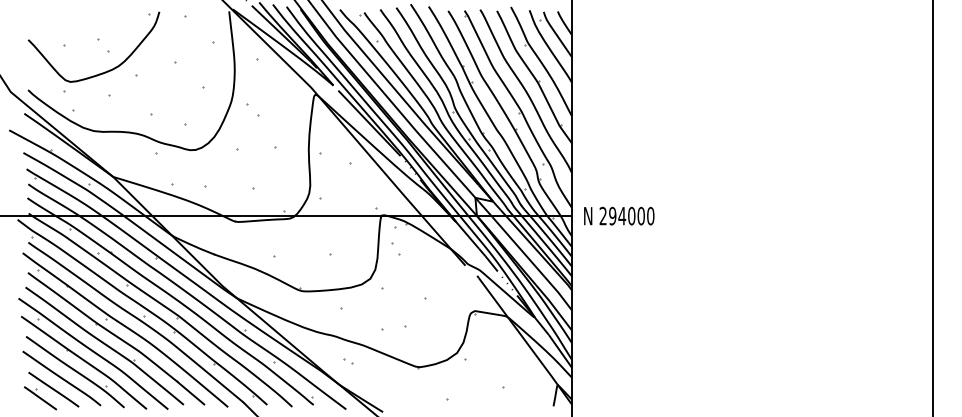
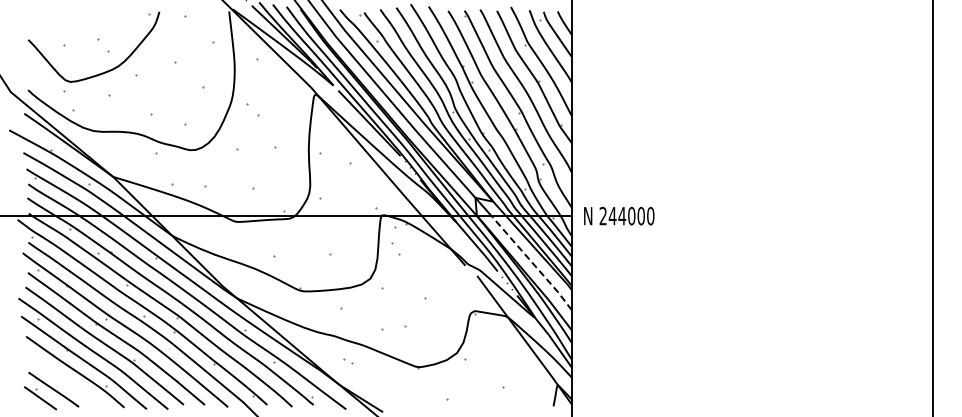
text at (612, 215): 294000 -> 244000
line at (533, 263): solid -> dashed
line at (61, 378): present -> none
